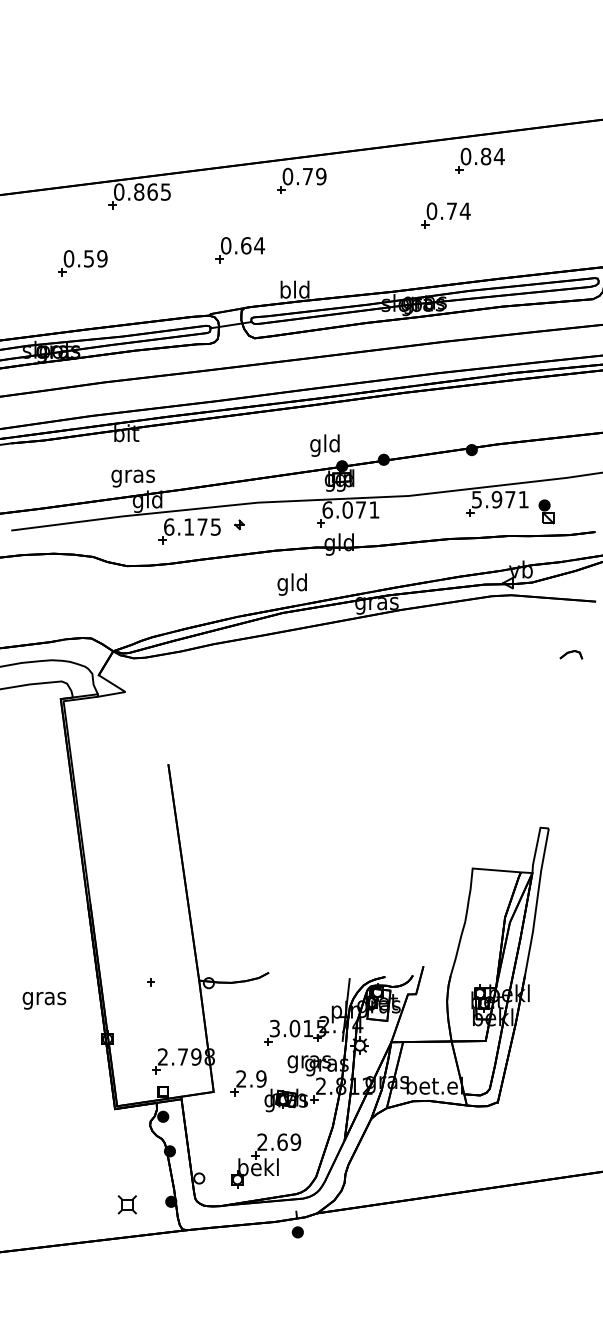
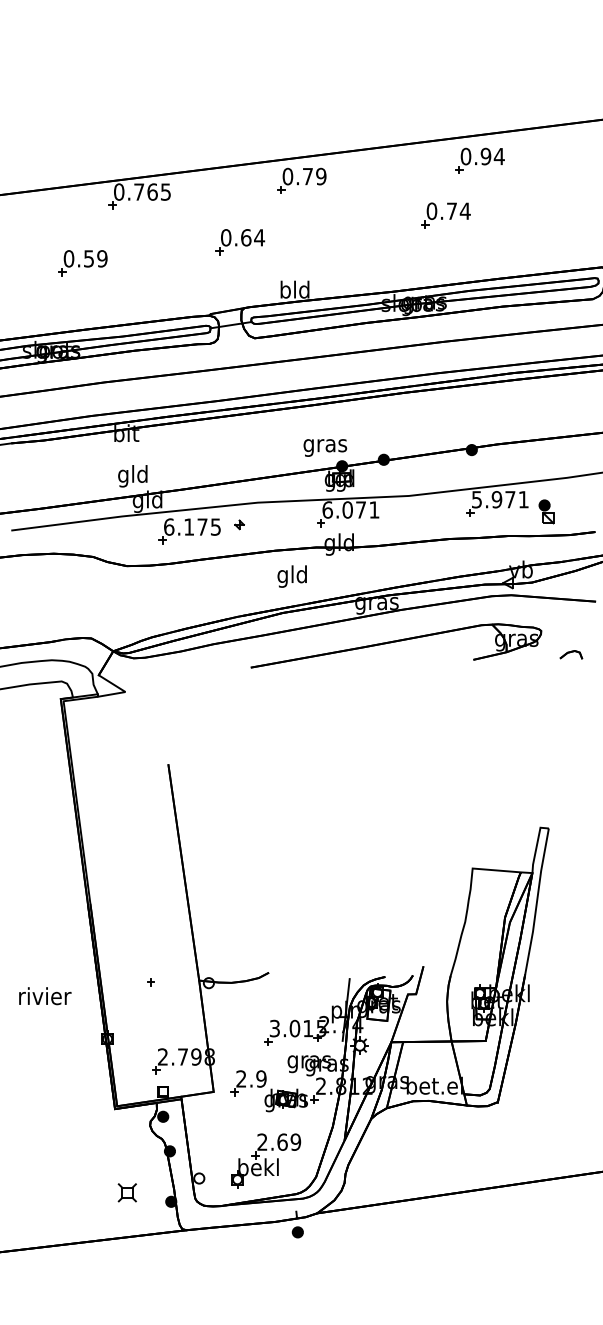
text at (485, 156): 0.84 -> 0.94
text at (139, 191): 0.865 -> 0.765
part at (240, 250) position: (240, 250) -> (240, 242)
text at (325, 445): gld -> gras
text at (132, 476): gras -> gld
text at (291, 584) position: (291, 584) -> (291, 576)
part at (396, 645): none -> present
text at (45, 998): gras -> rivier
part at (126, 1204) position: (126, 1204) -> (126, 1192)
